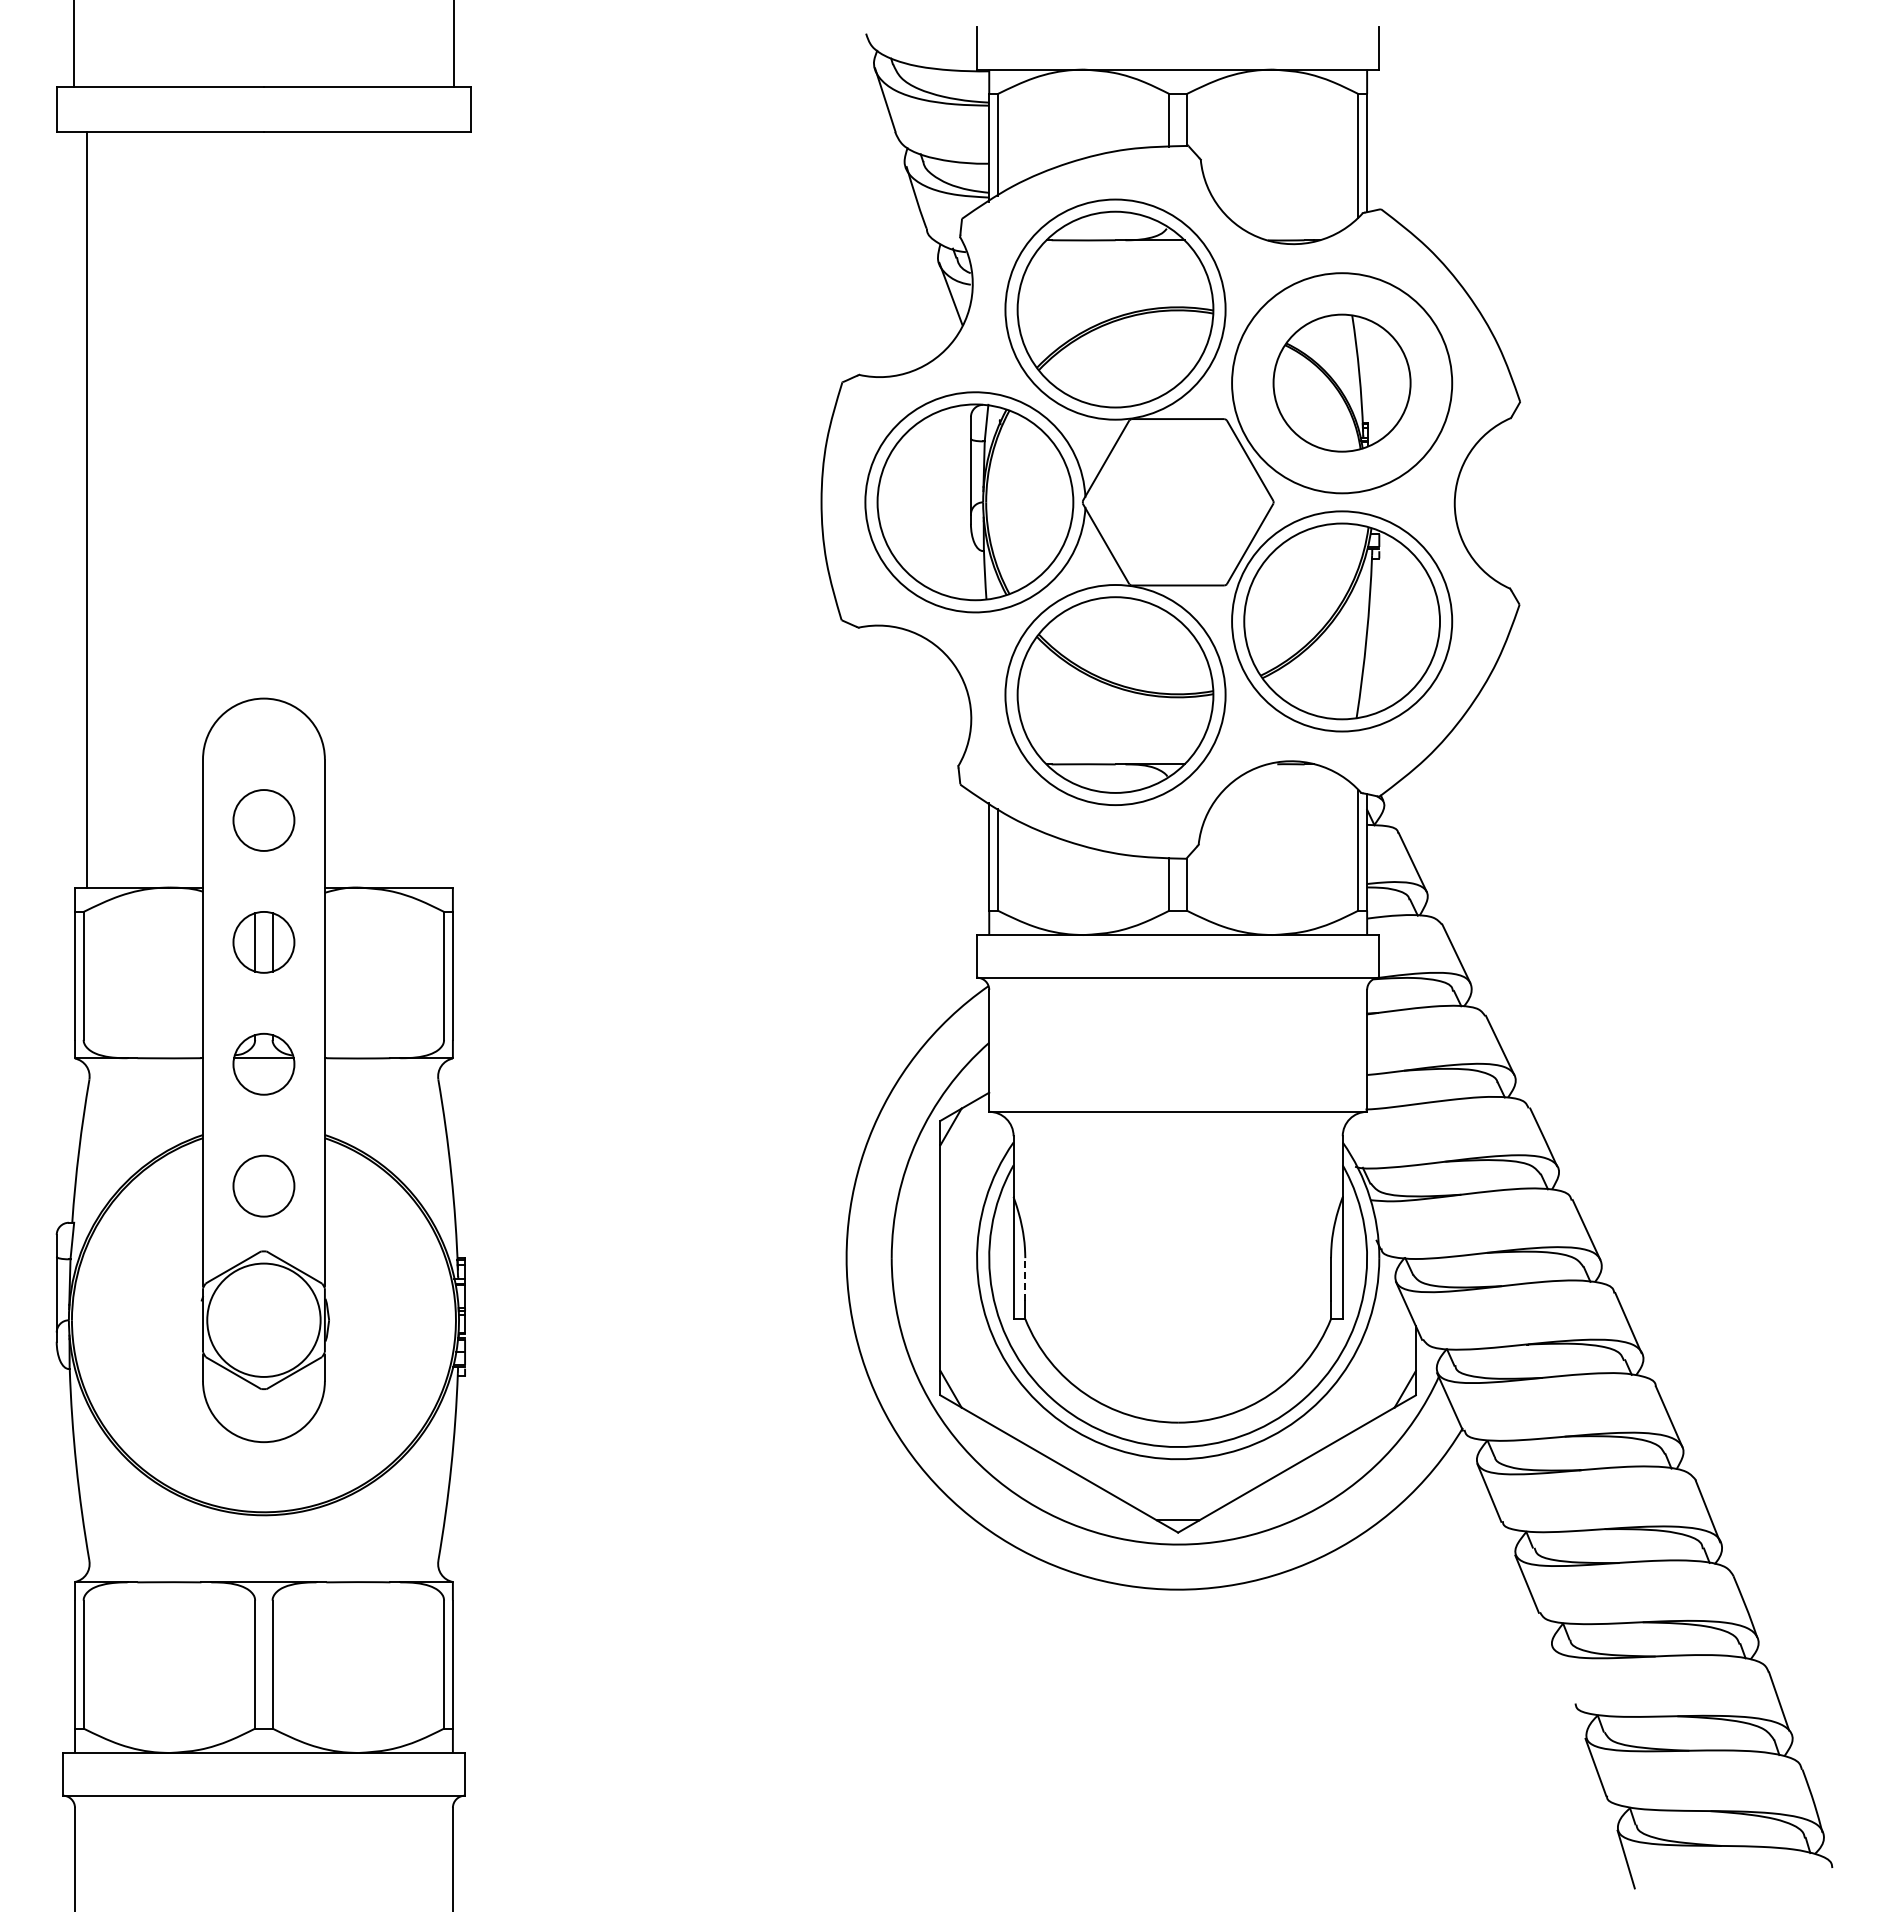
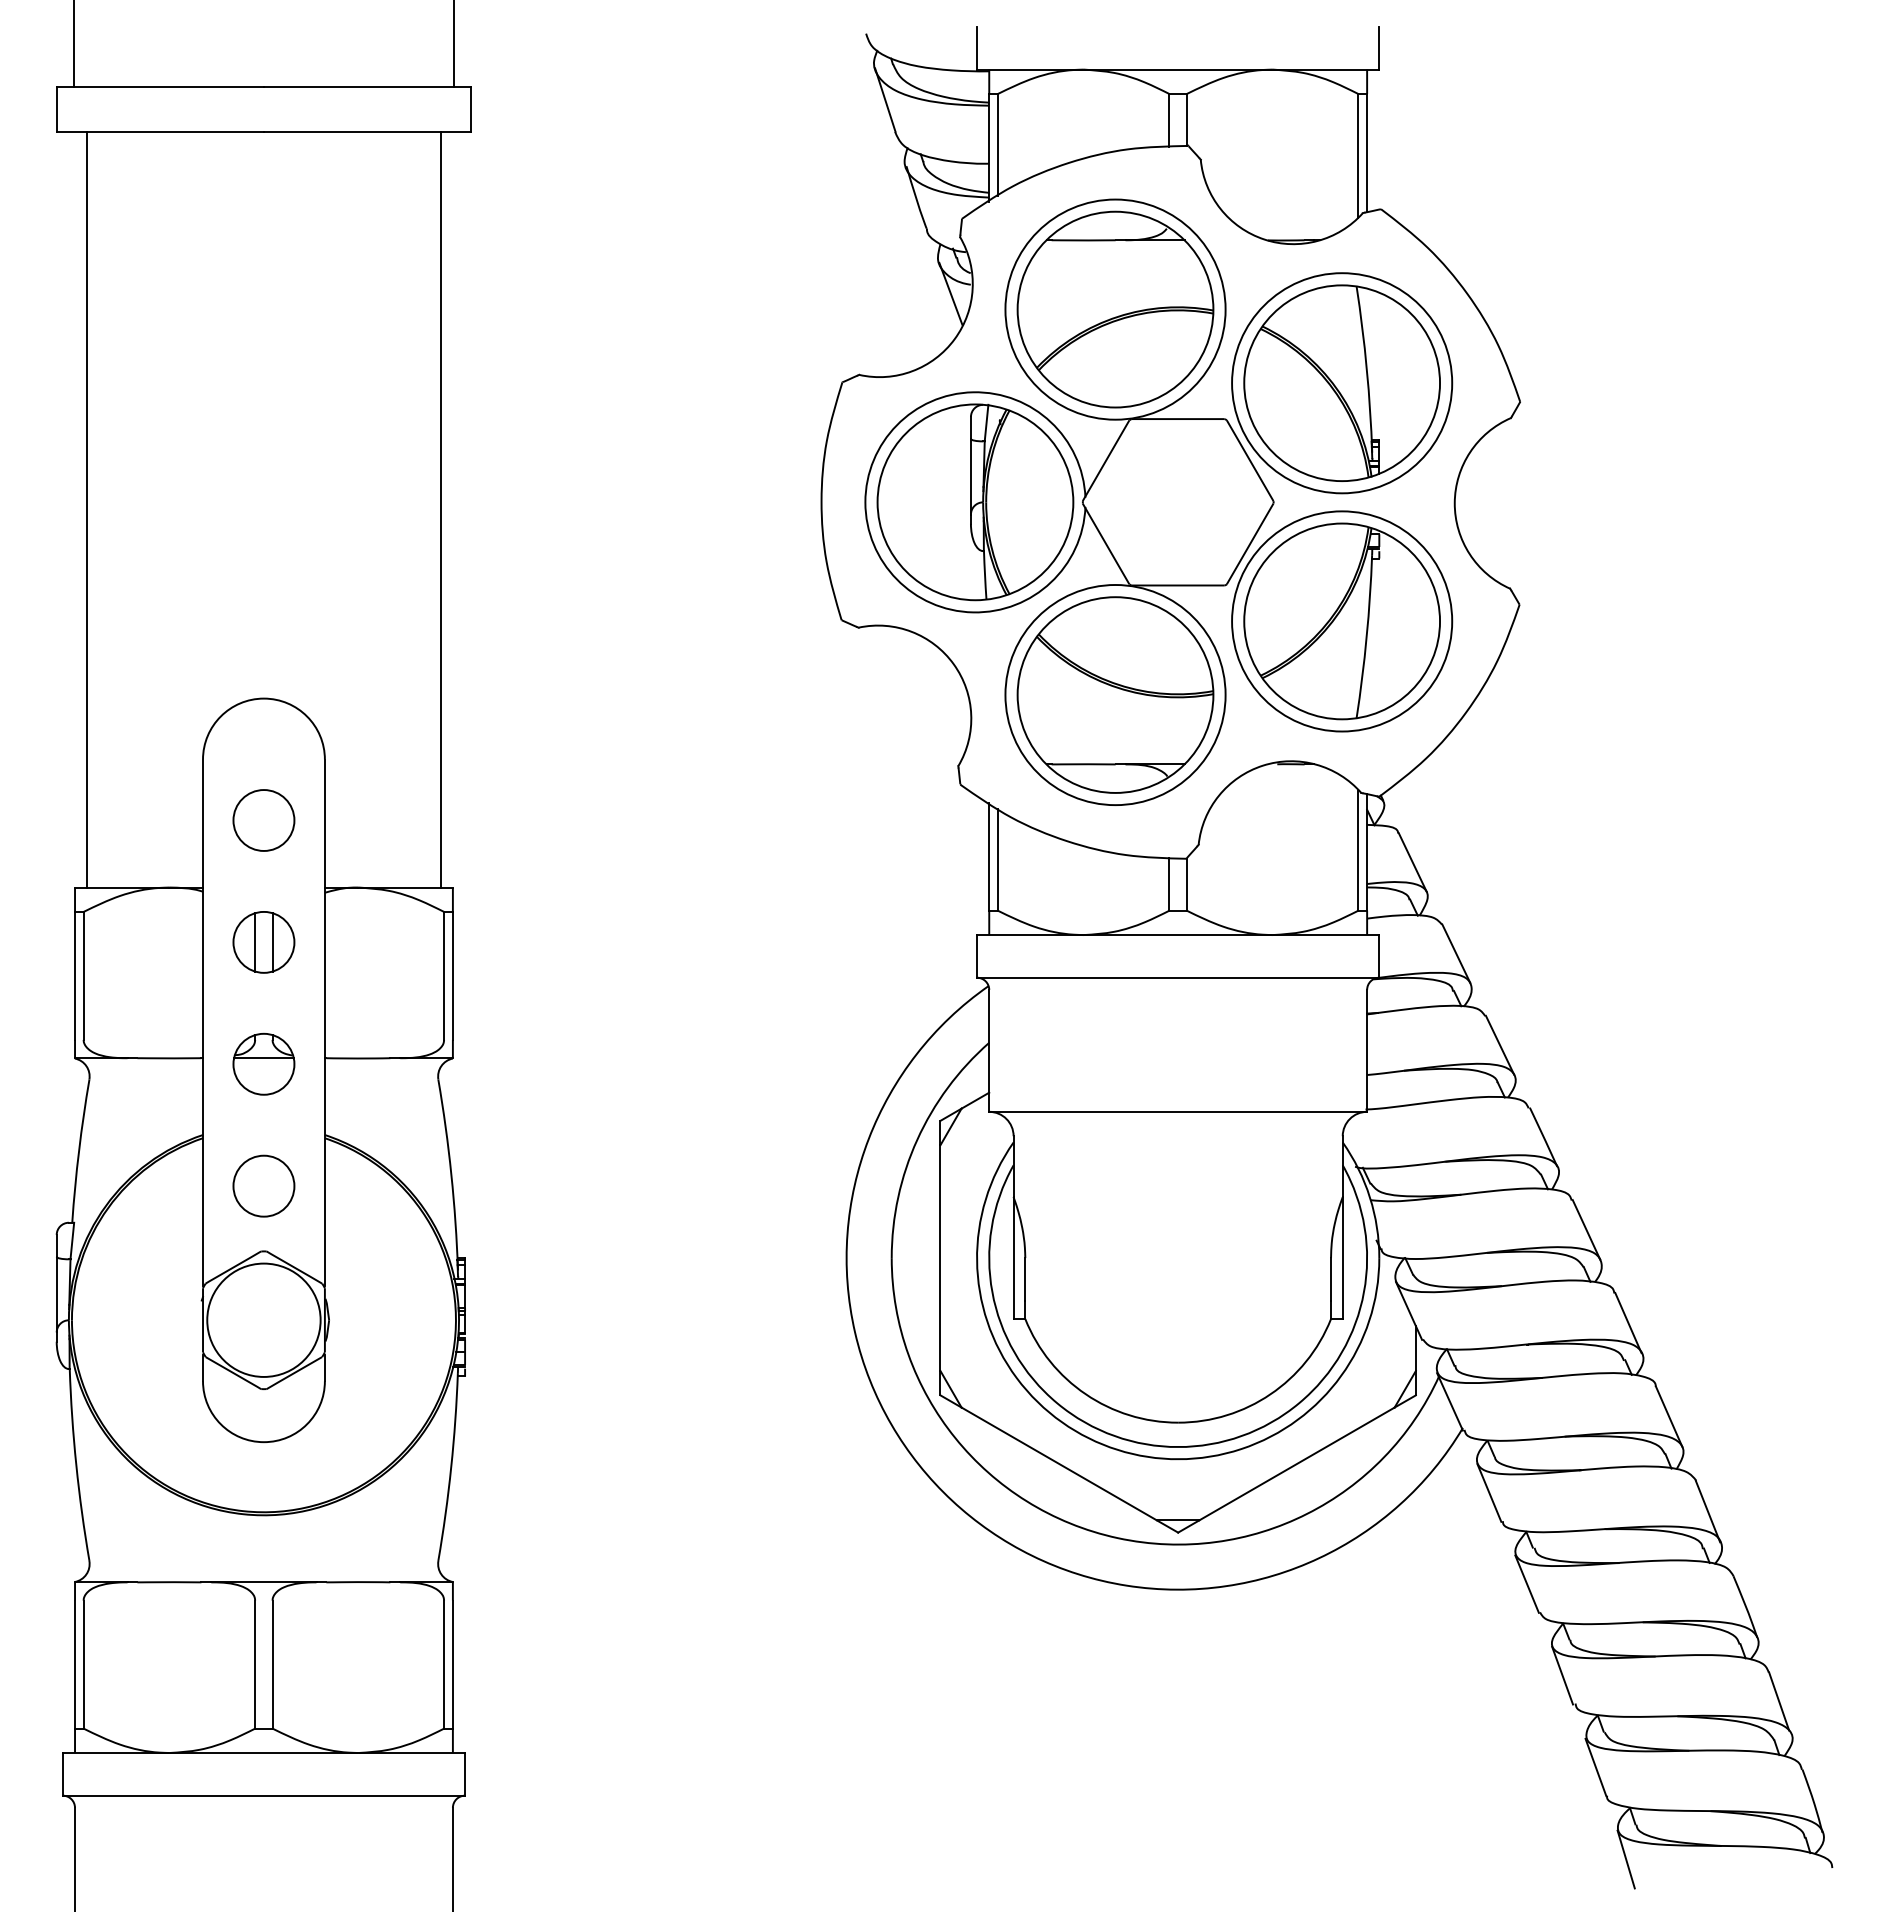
part at (1341, 382) size: 140x140 px -> 198x198 px
line at (440, 509): none -> present
line at (1025, 1279): dashed -> solid
line at (1562, 1675): none -> present
